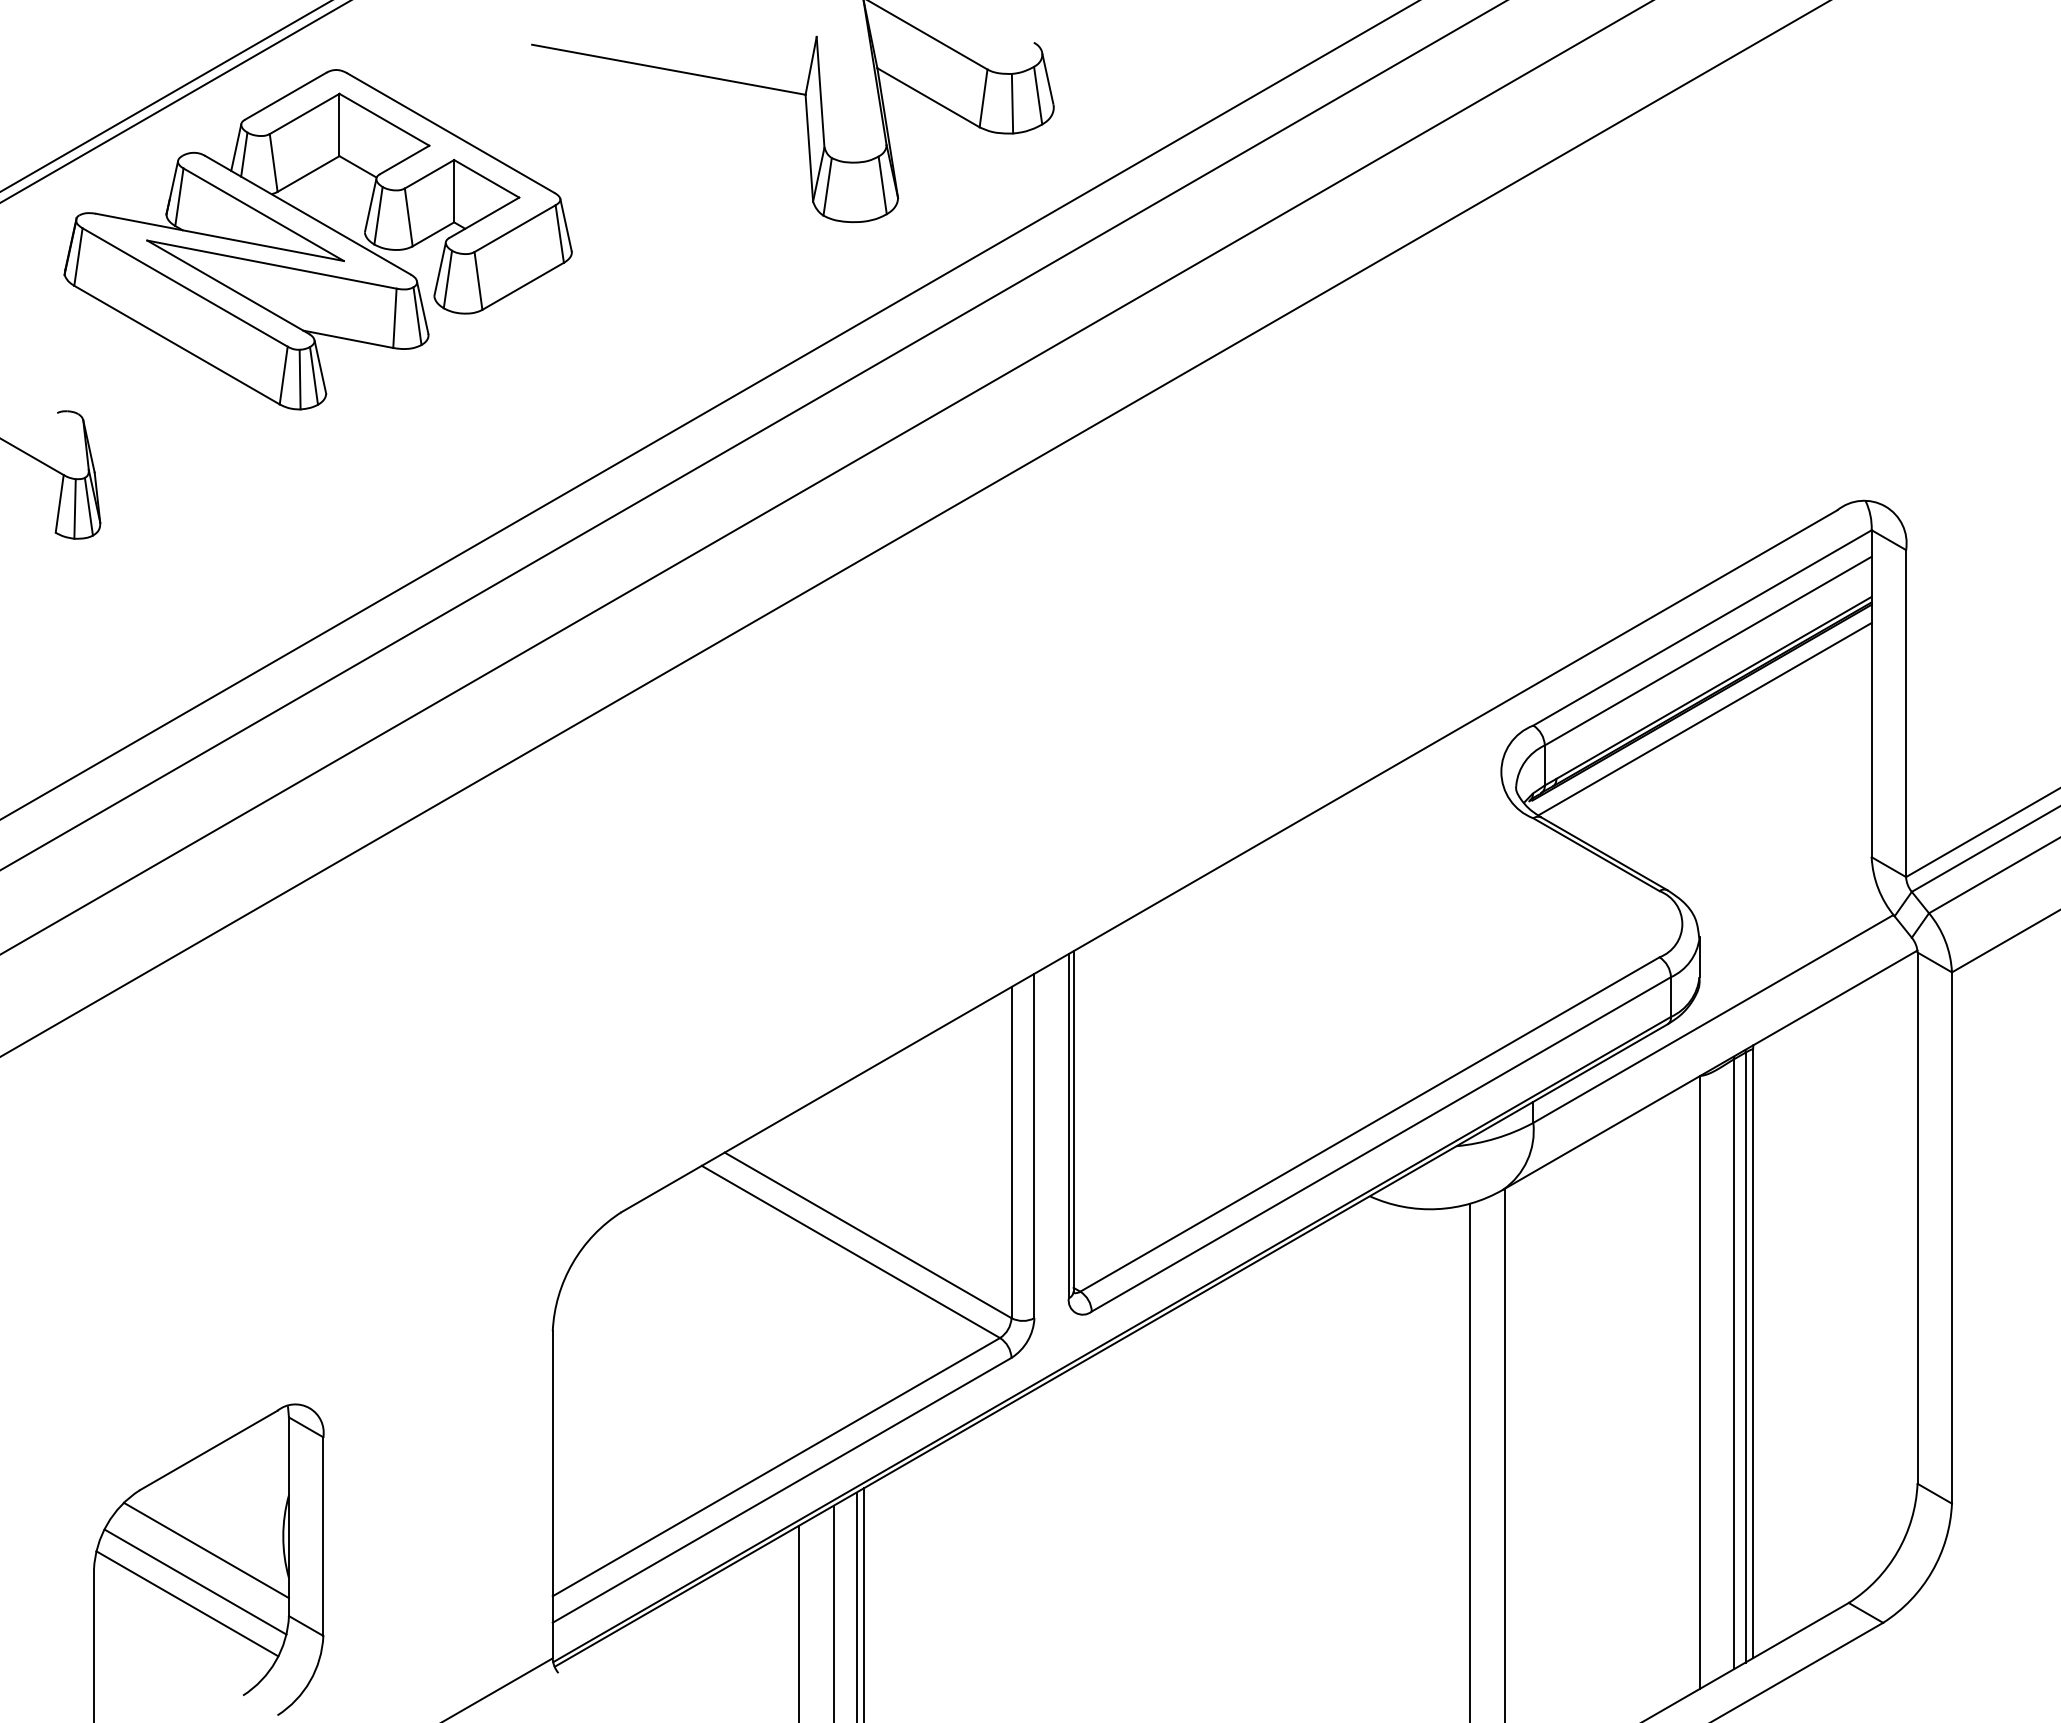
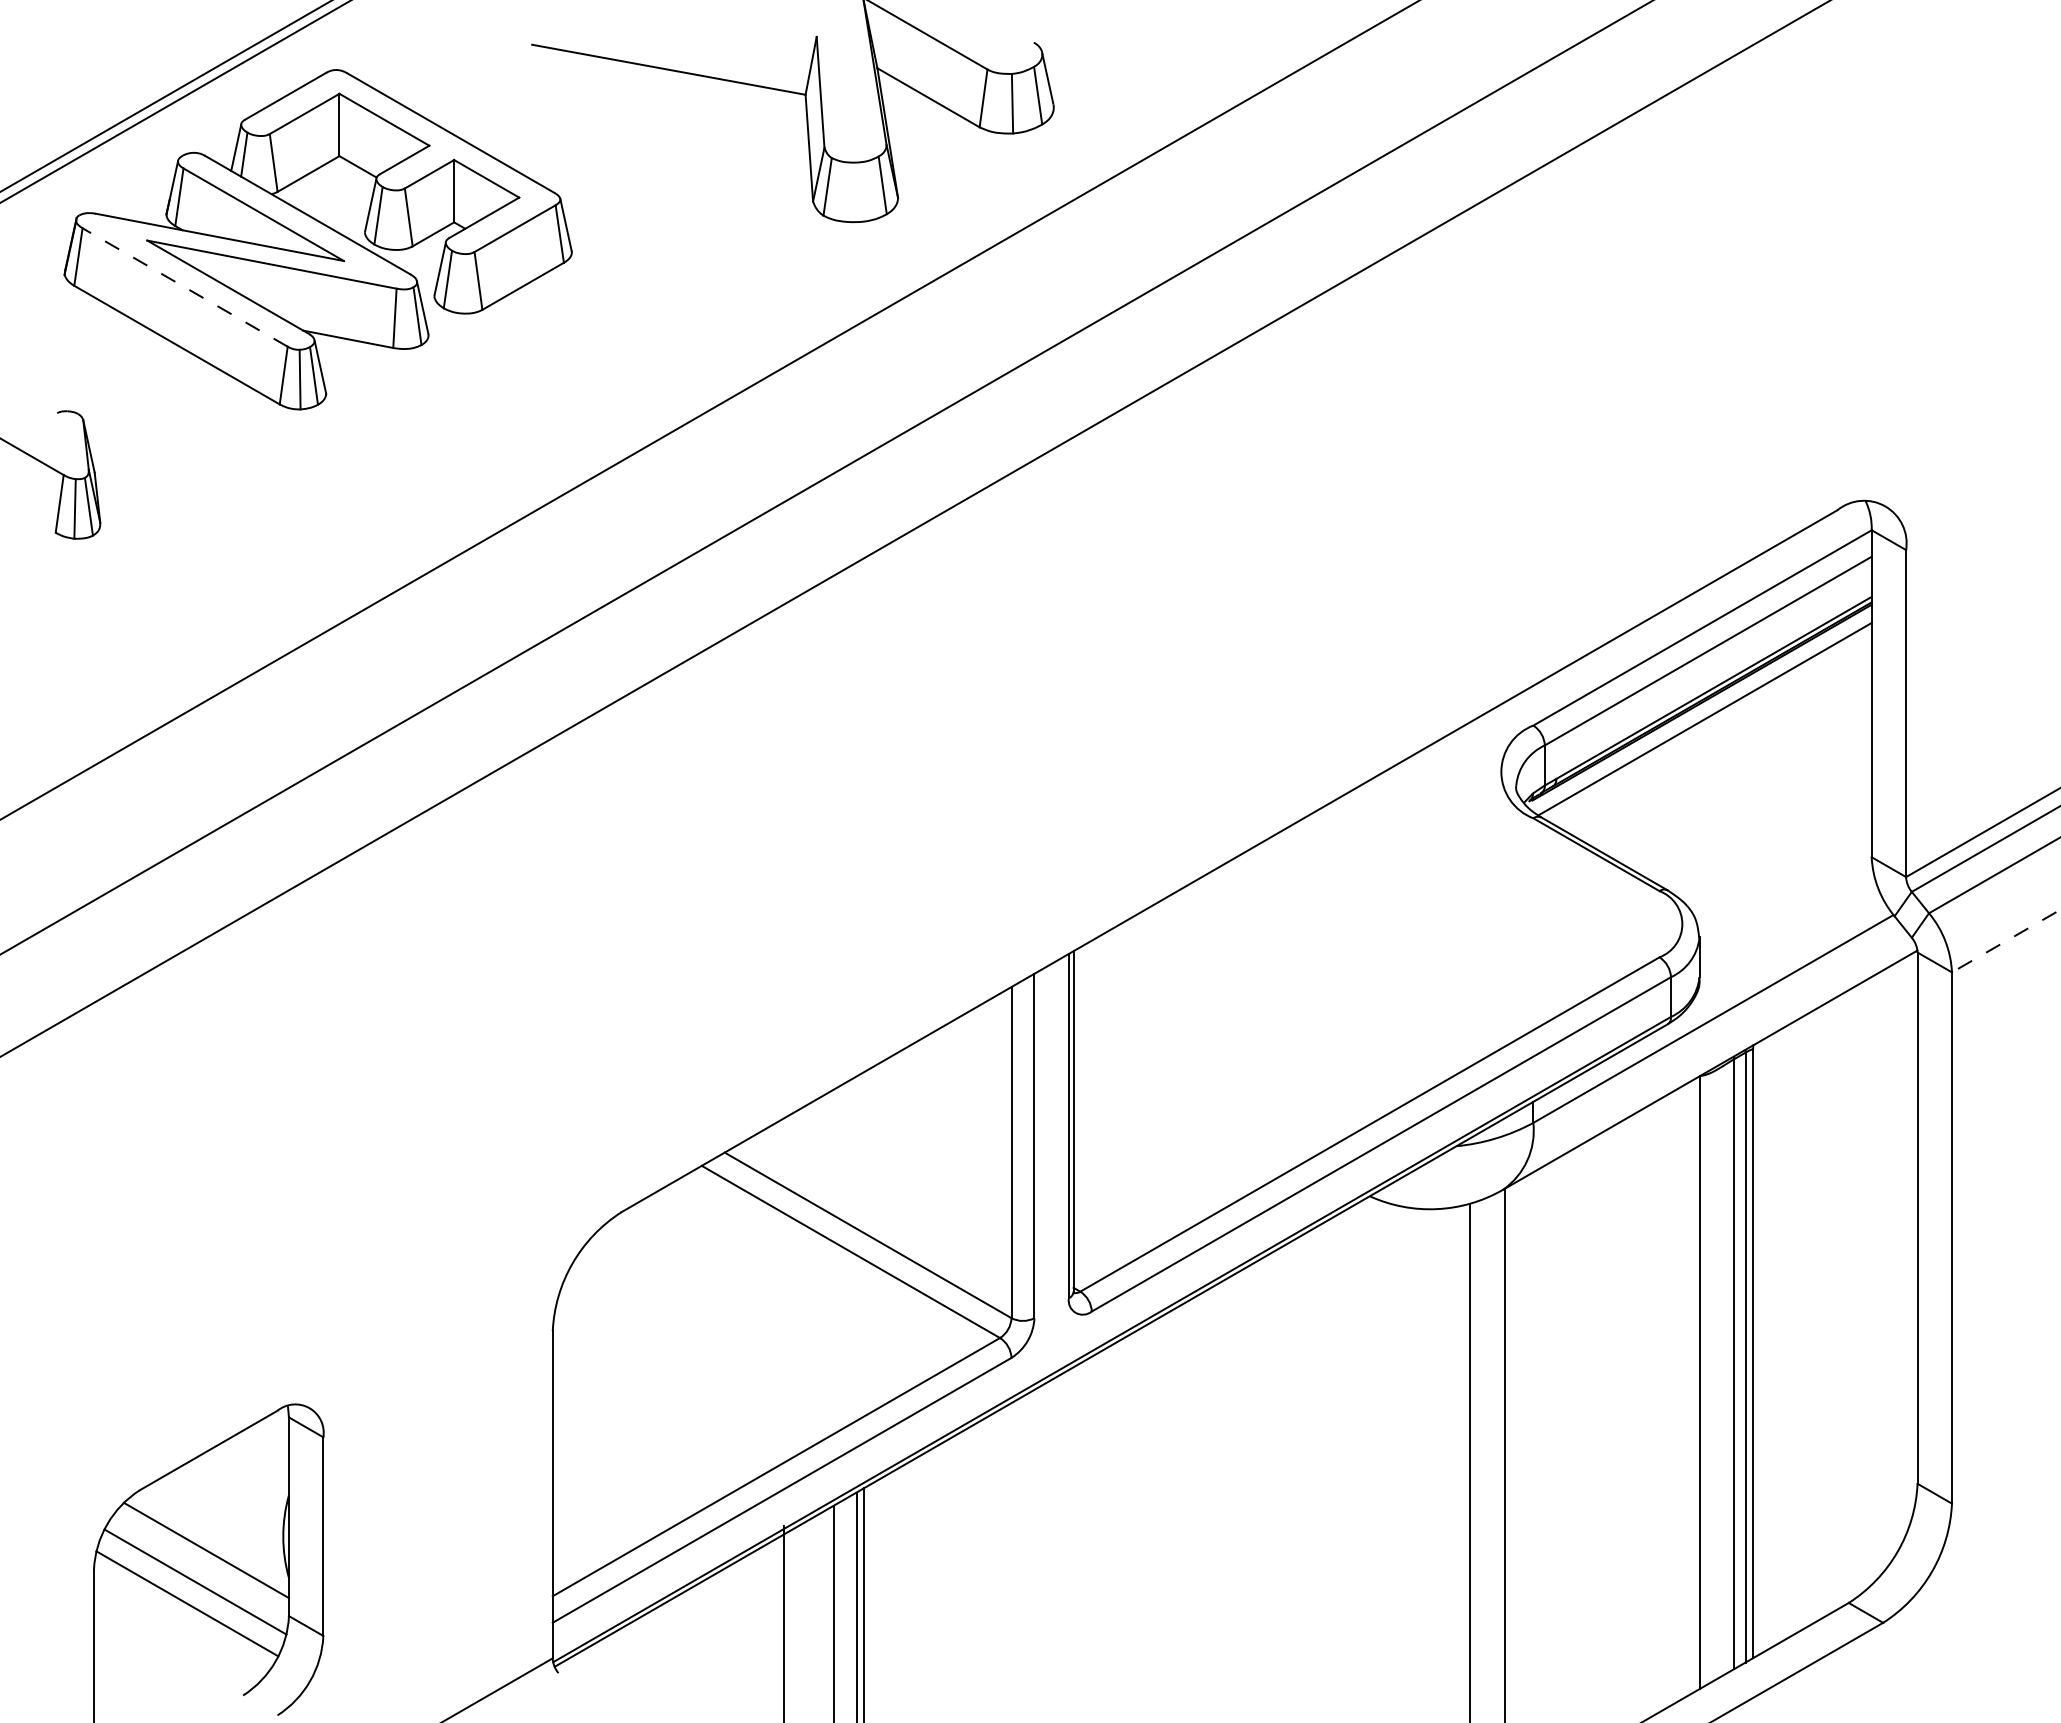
line at (184, 287): solid -> dashed
line at (752, 435): present -> none
line at (2006, 941): solid -> dashed
line at (799, 1622) position: (799, 1622) -> (784, 1622)
